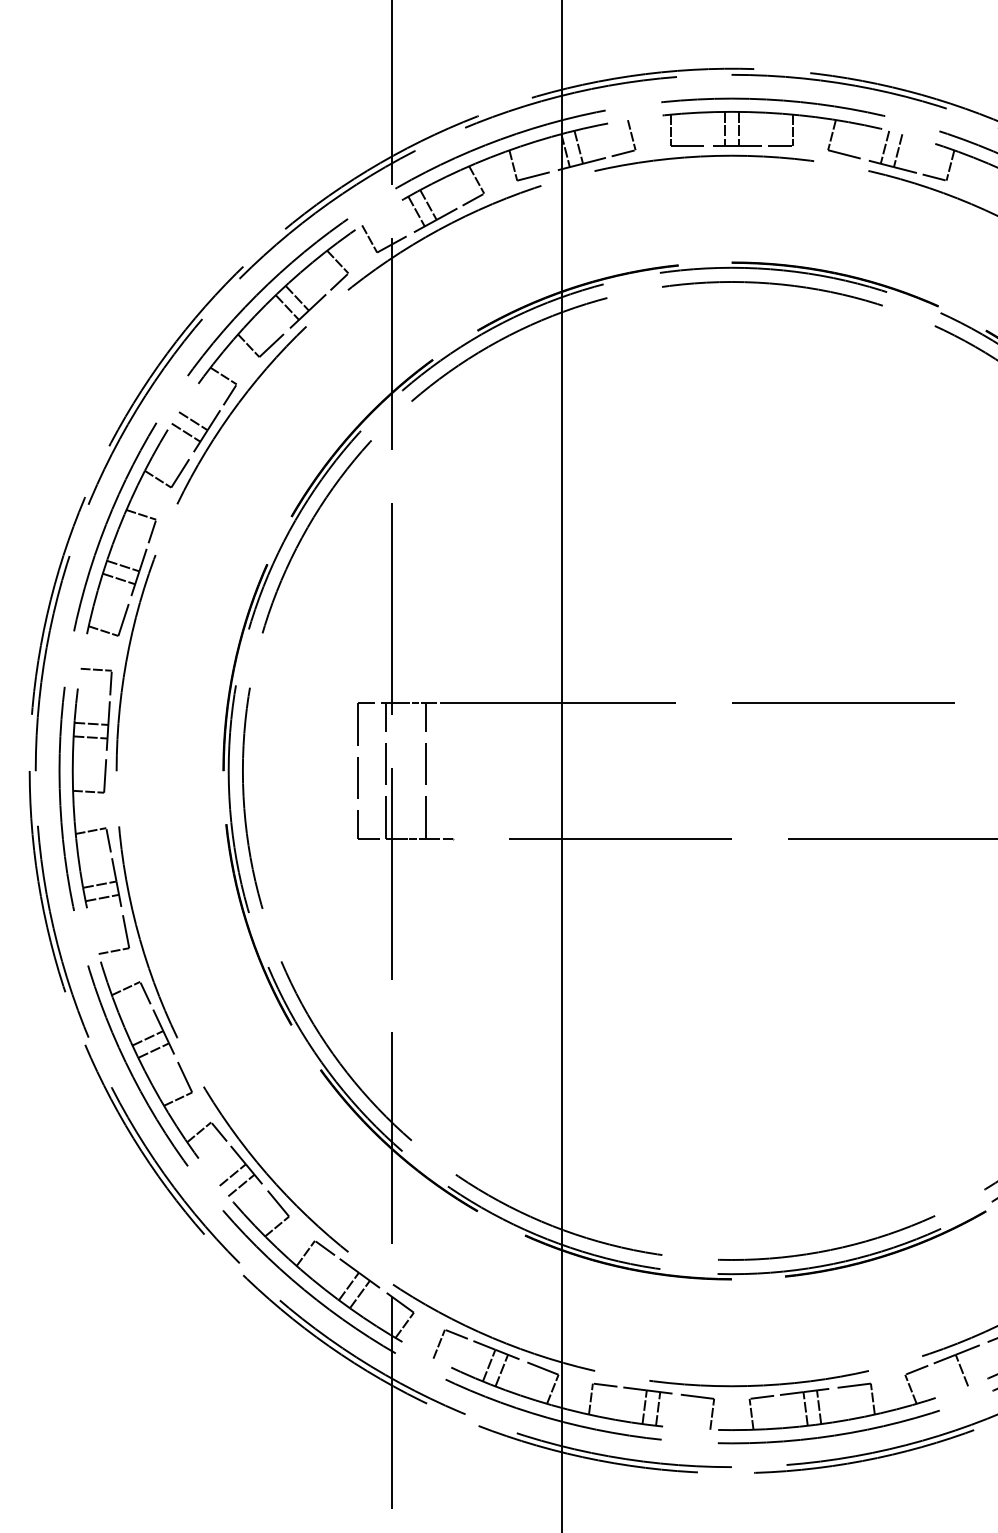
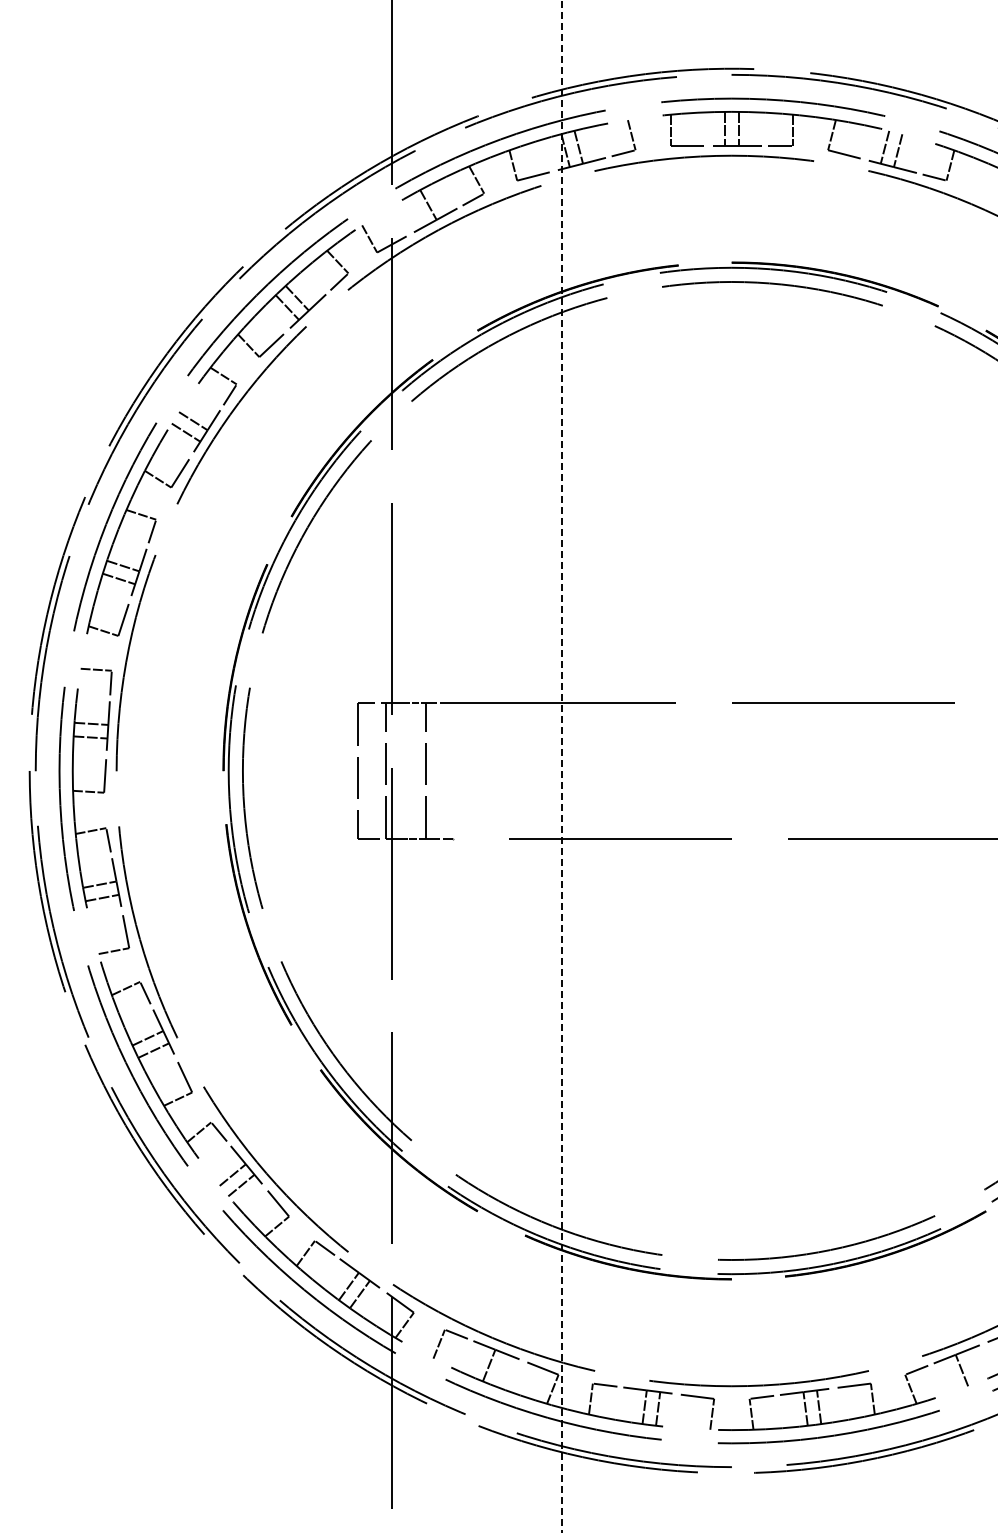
line at (416, 211): present -> none
line at (562, 766): solid -> dashed
line at (501, 1370): present -> none
